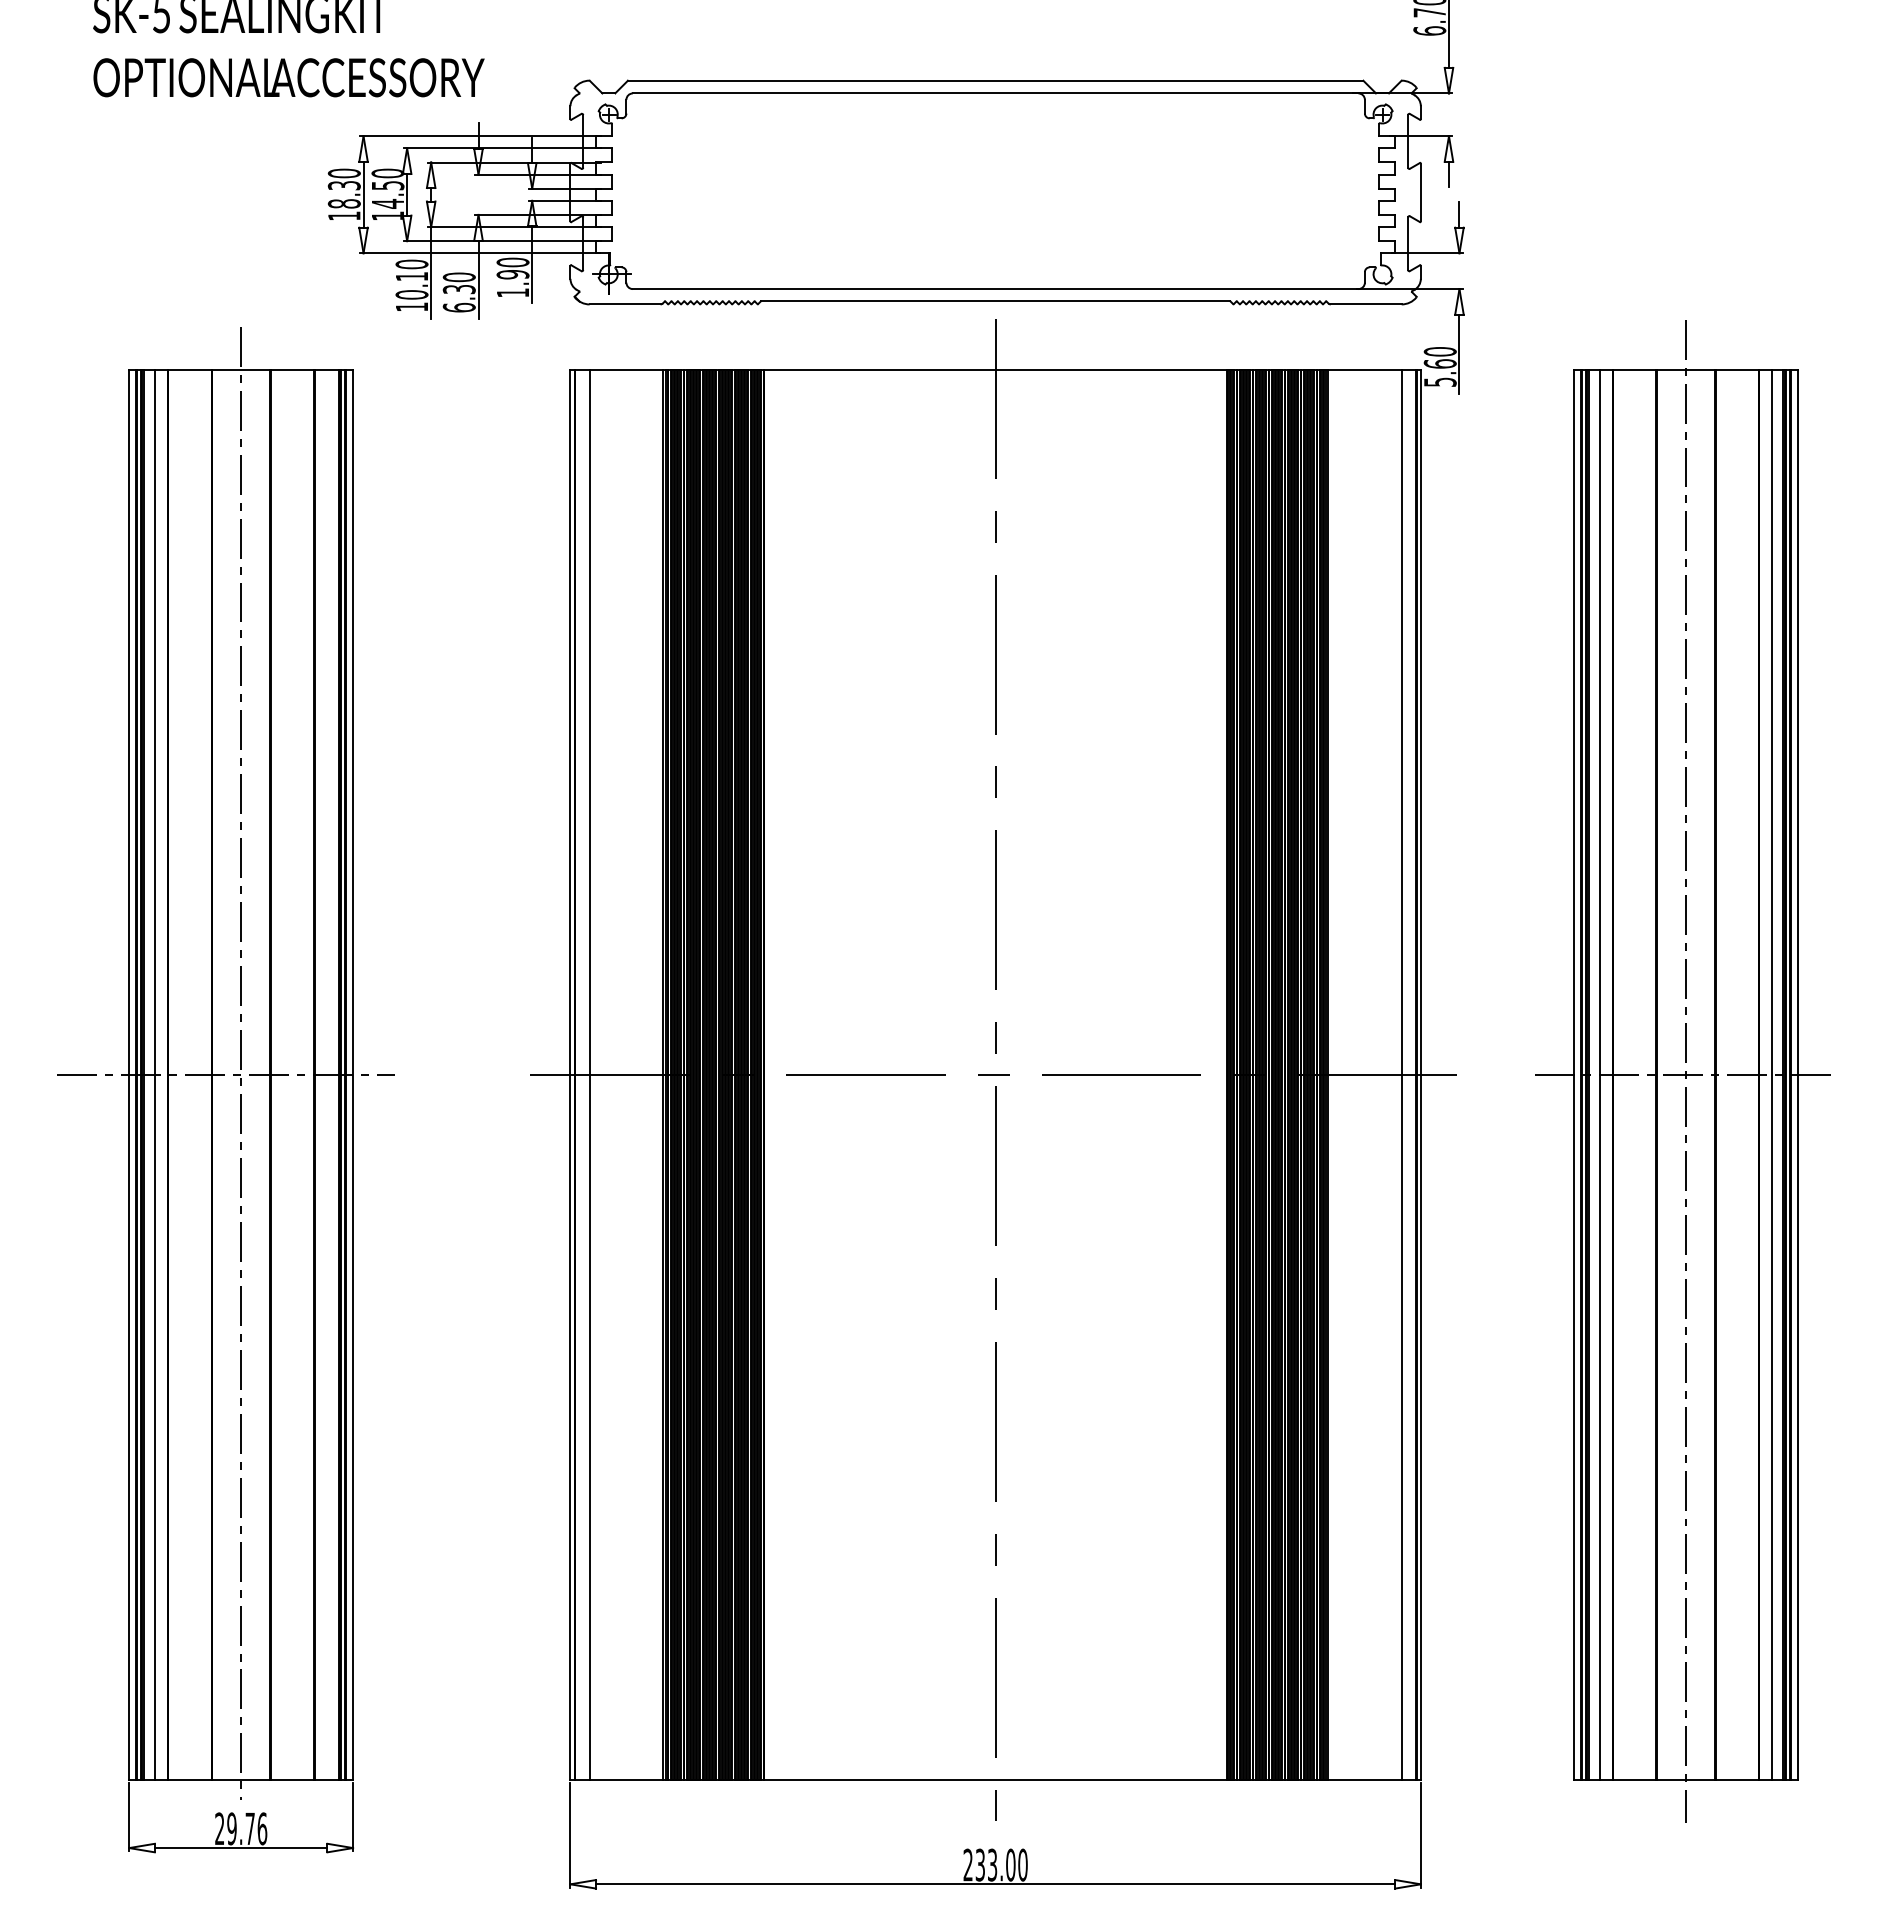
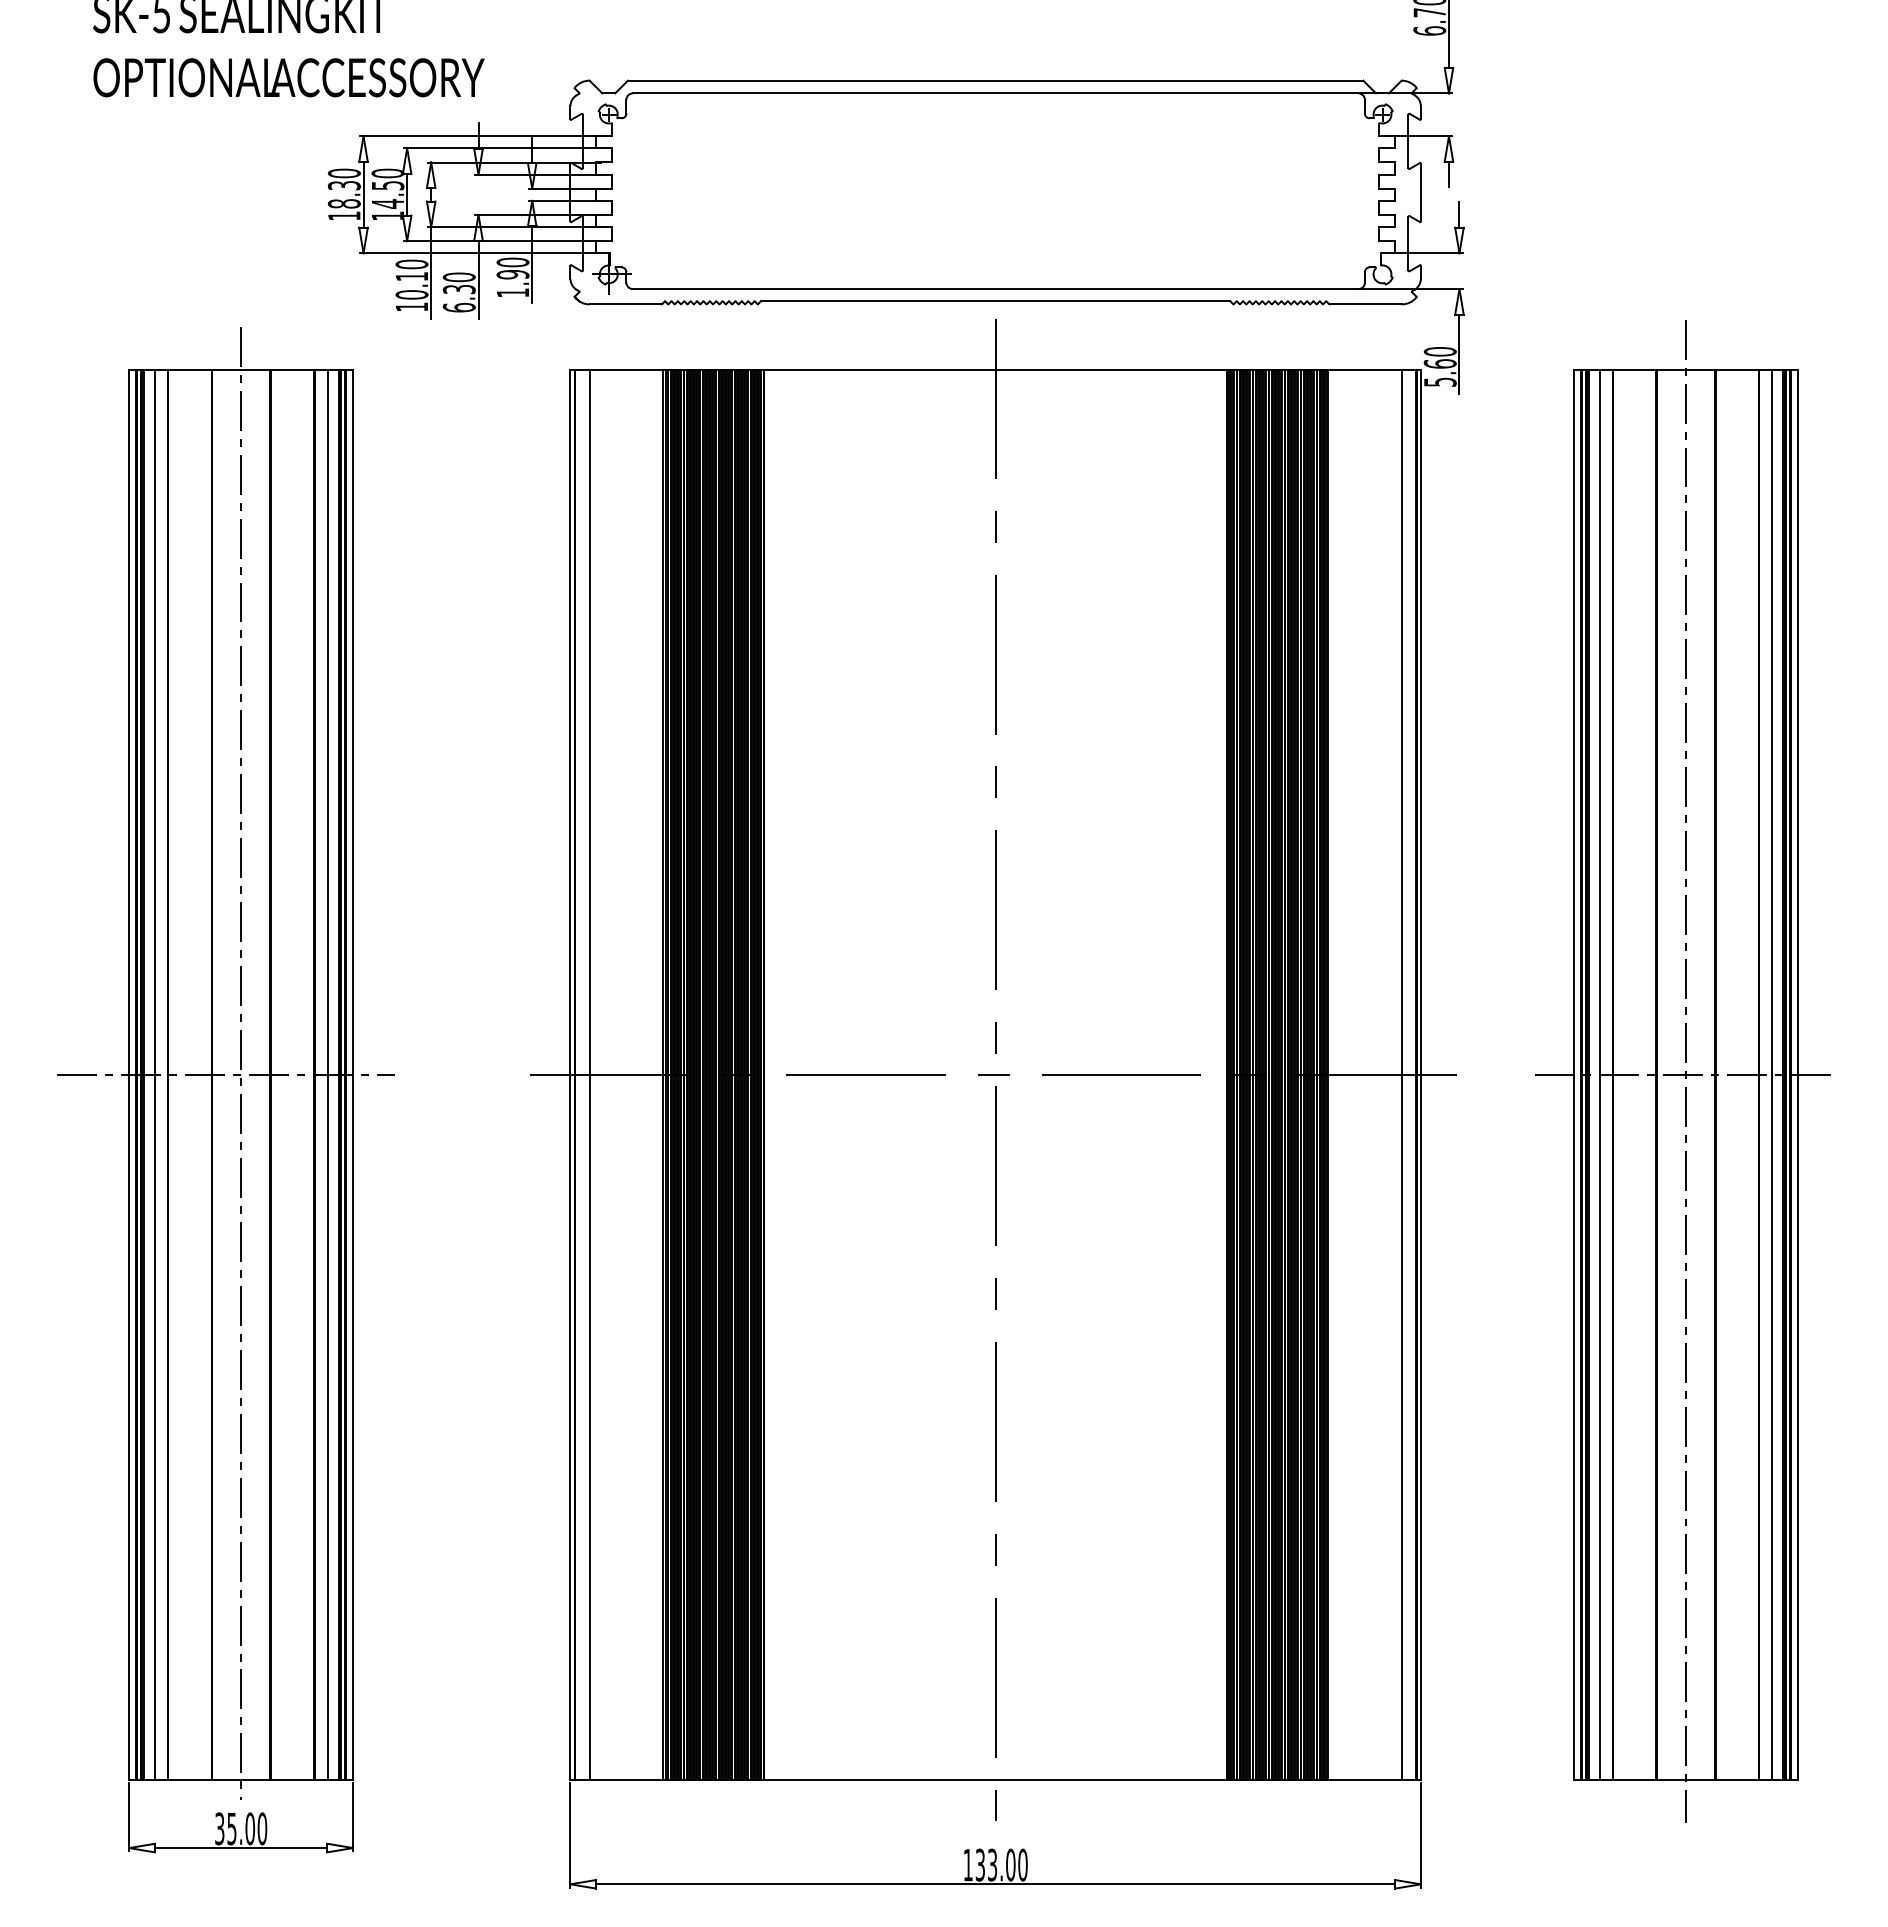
line at (327, 1074): none -> present
text at (241, 1828): 29.76 -> 35.00
text at (967, 1864): 233.00 -> 133.00
